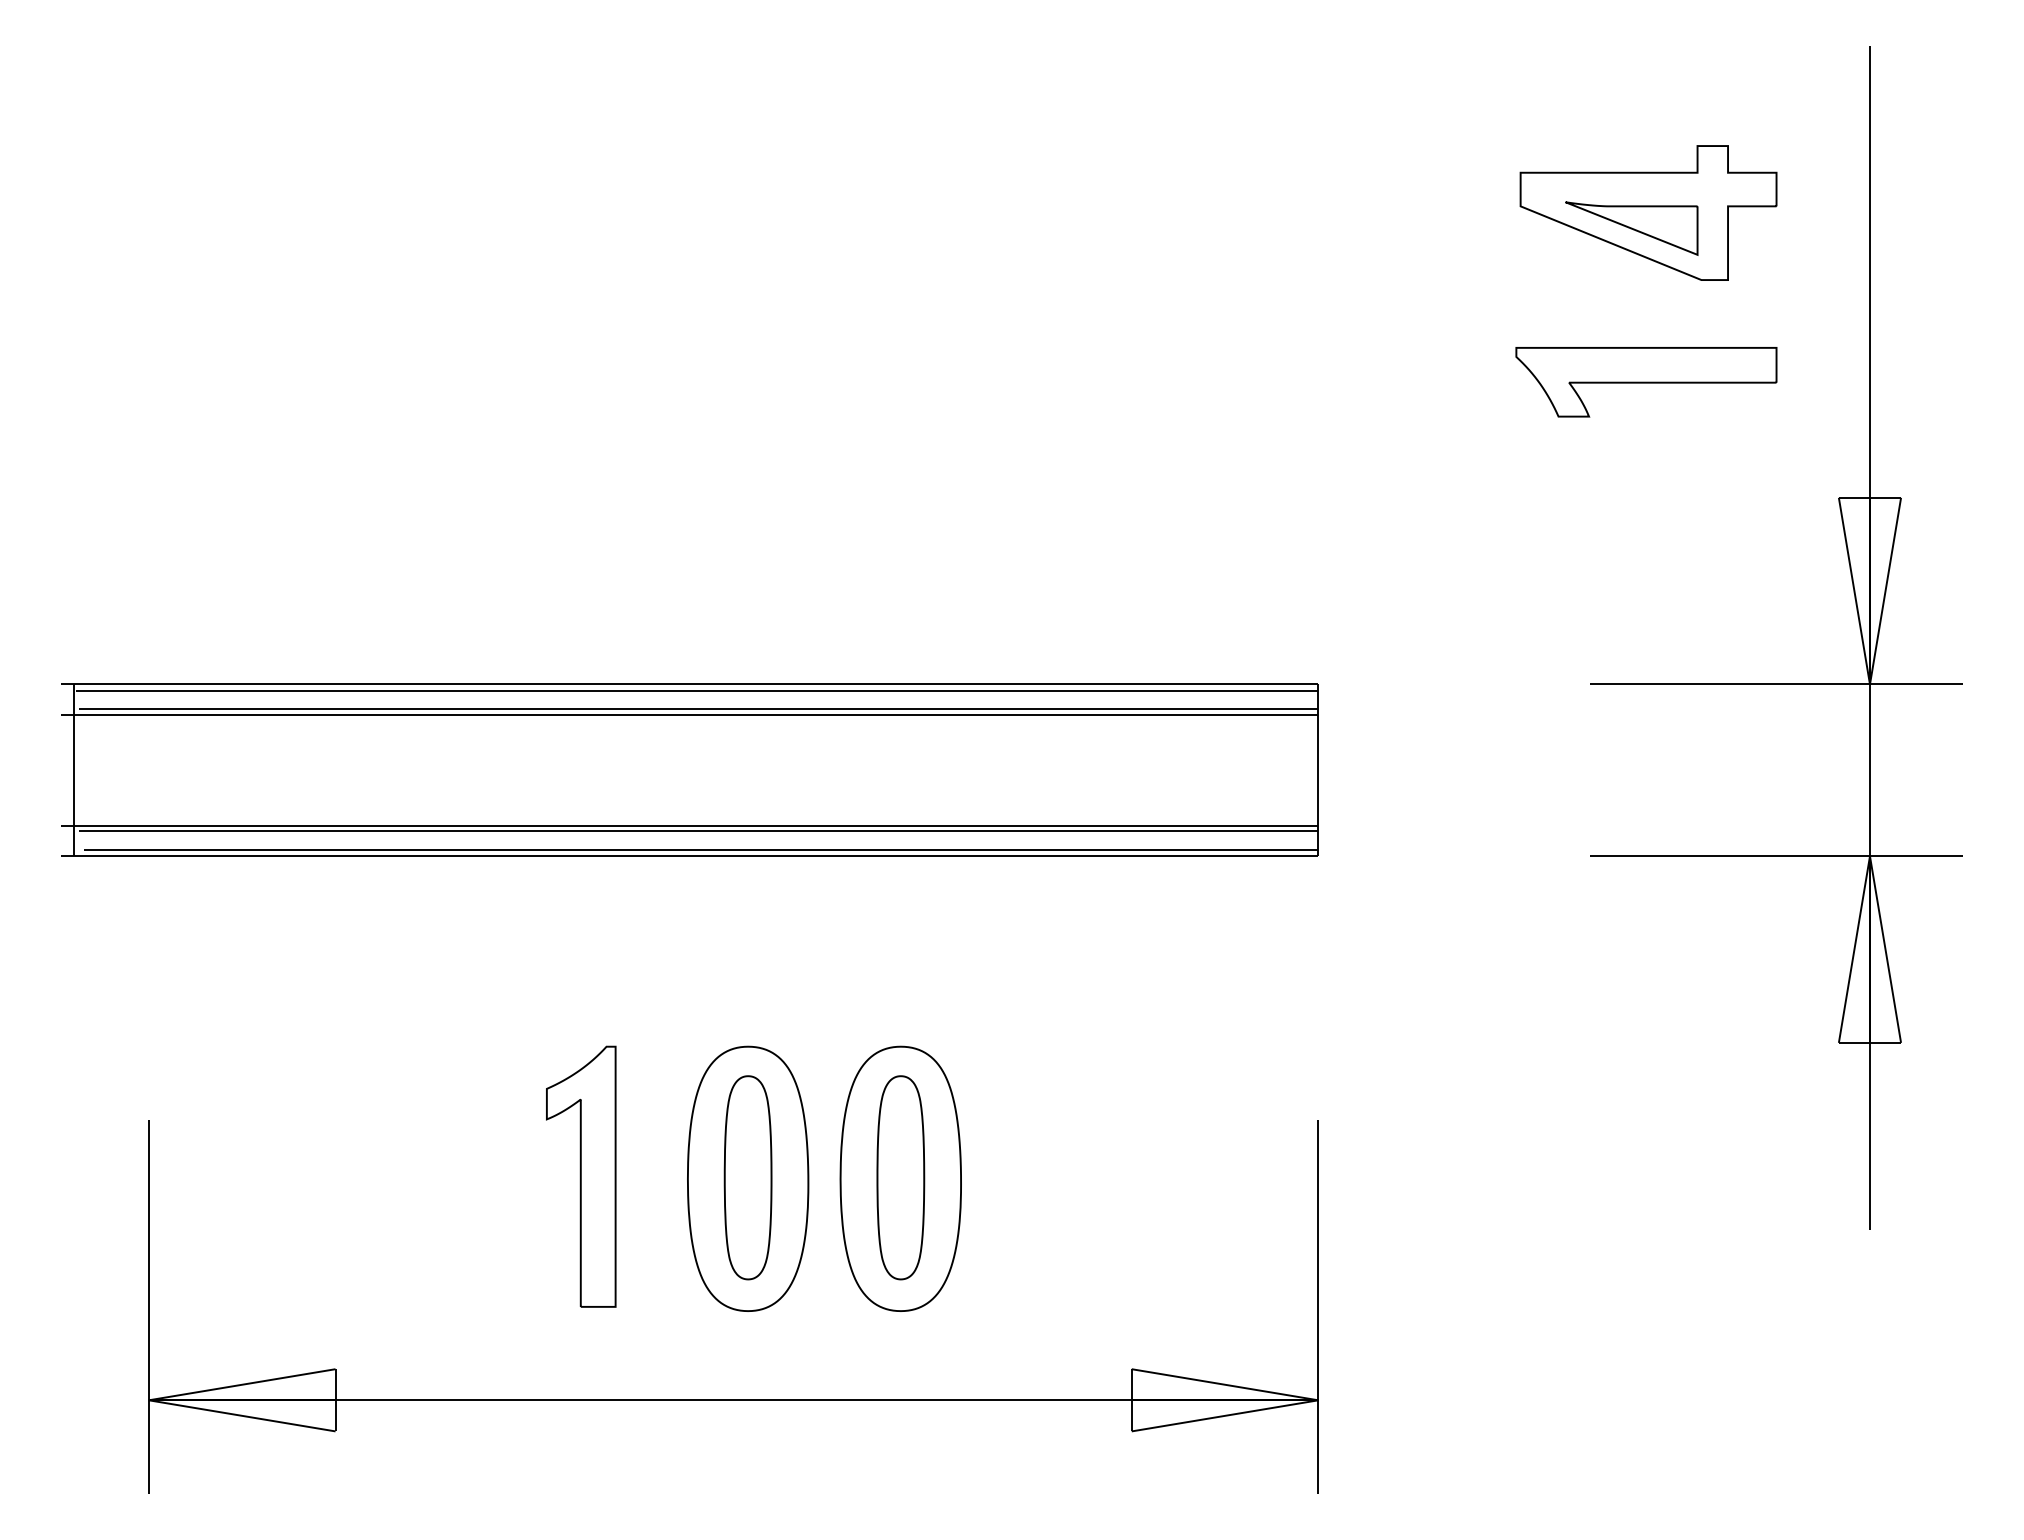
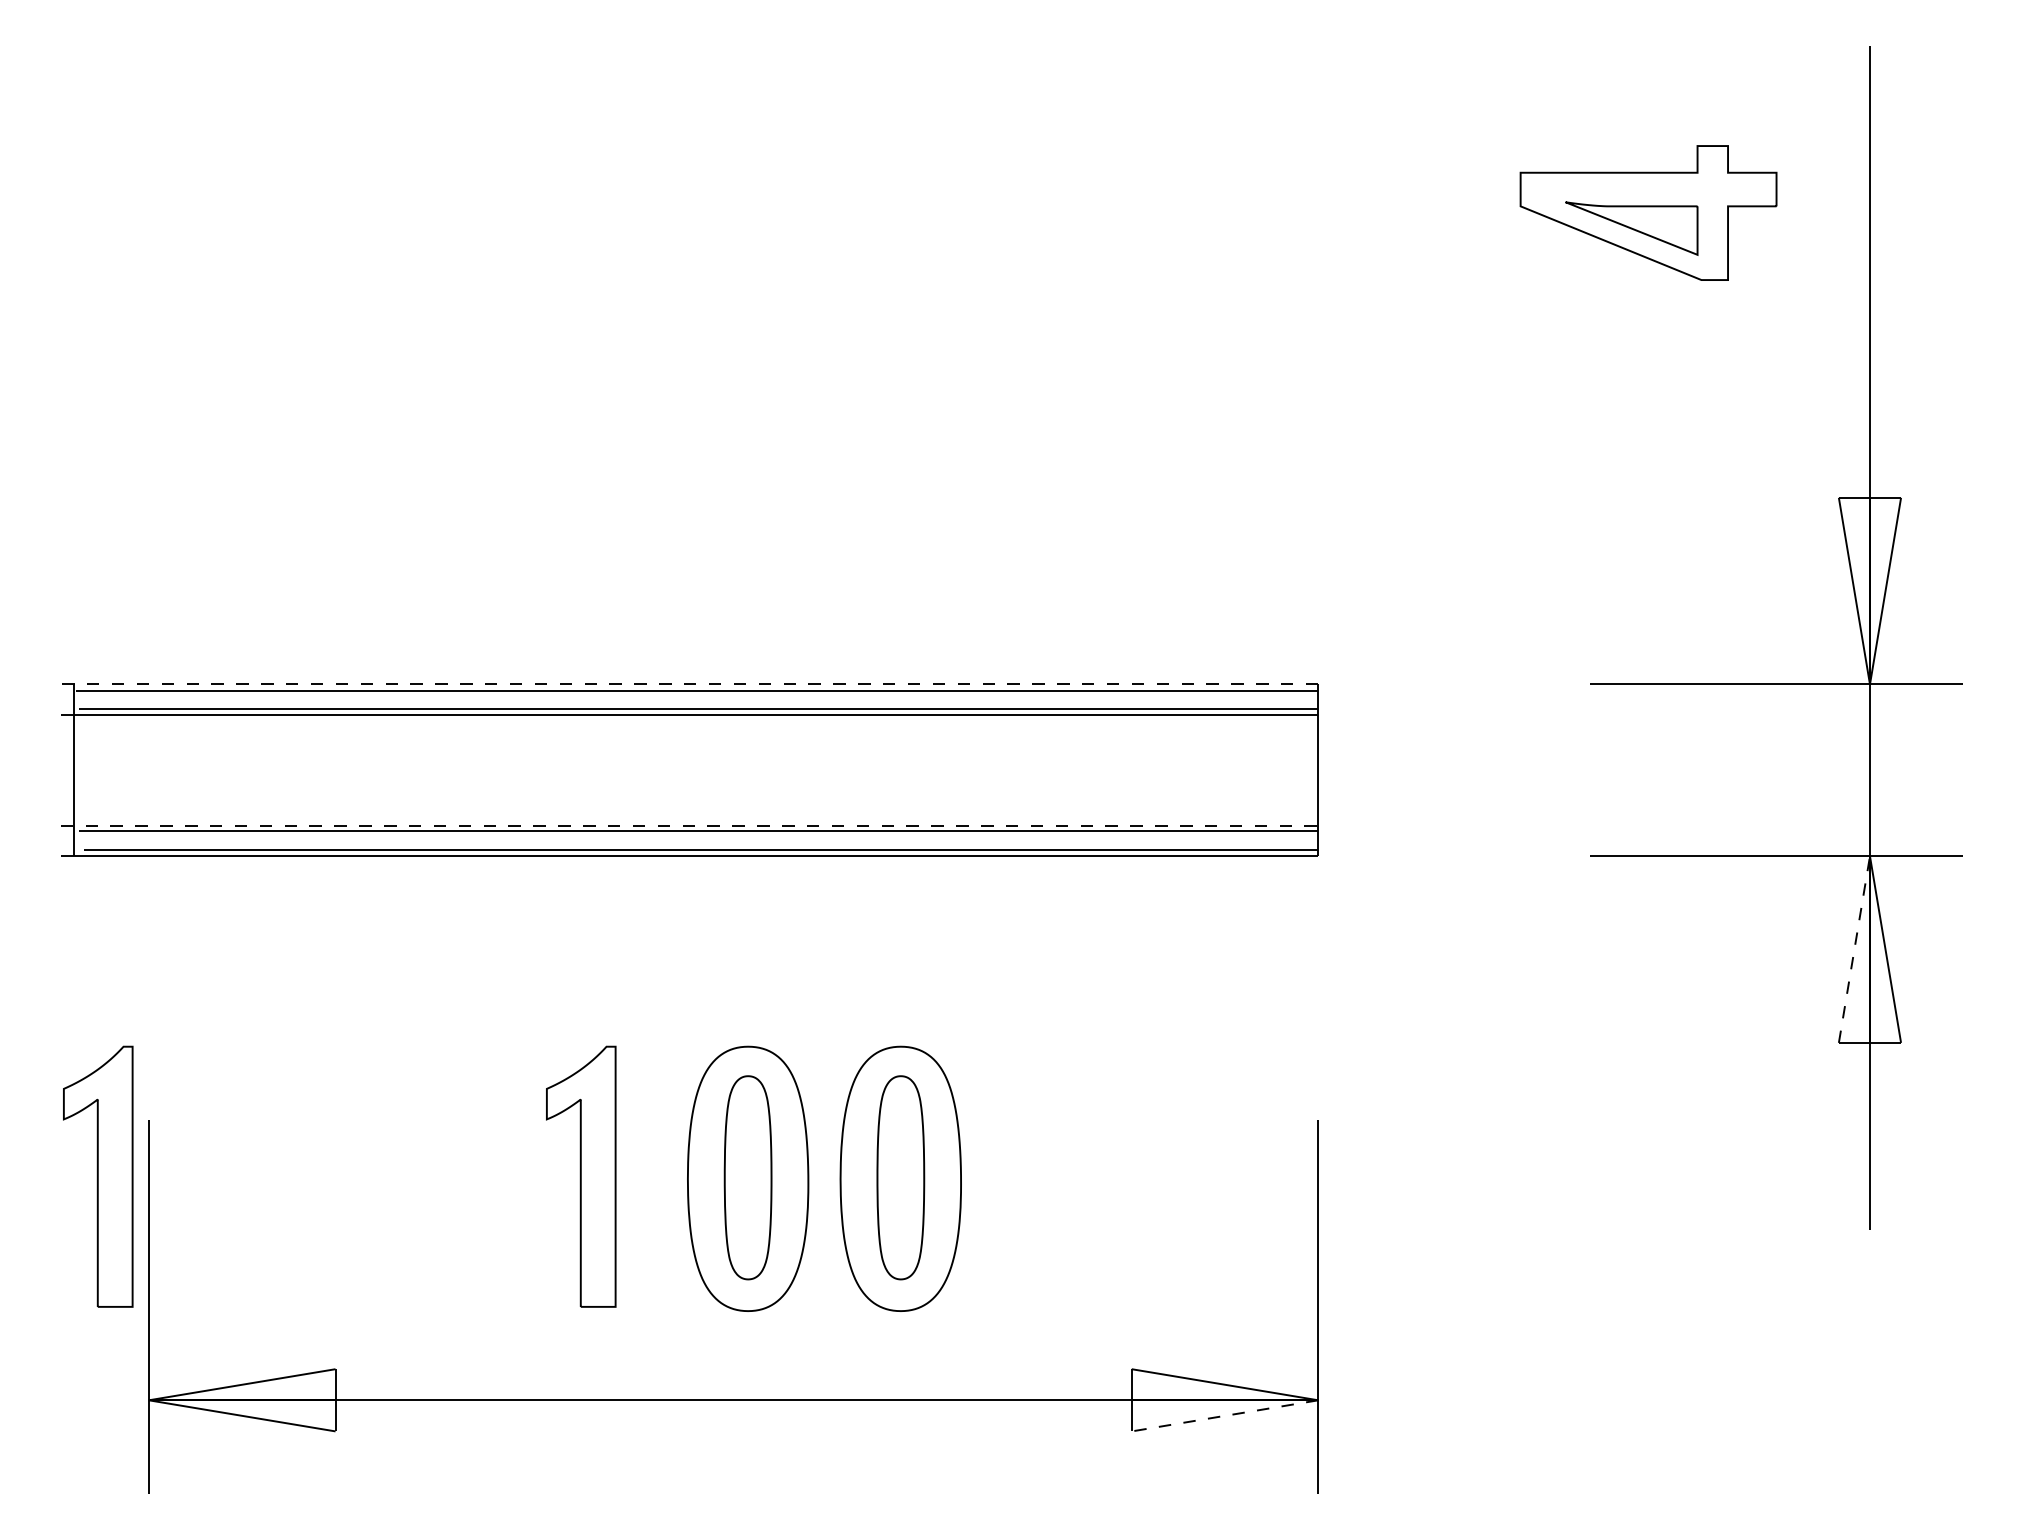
part at (1646, 382): present -> none
line at (689, 684): solid -> dashed
line at (689, 825): solid -> dashed
line at (1854, 949): solid -> dashed
part at (98, 1176): none -> present
line at (1225, 1415): solid -> dashed
